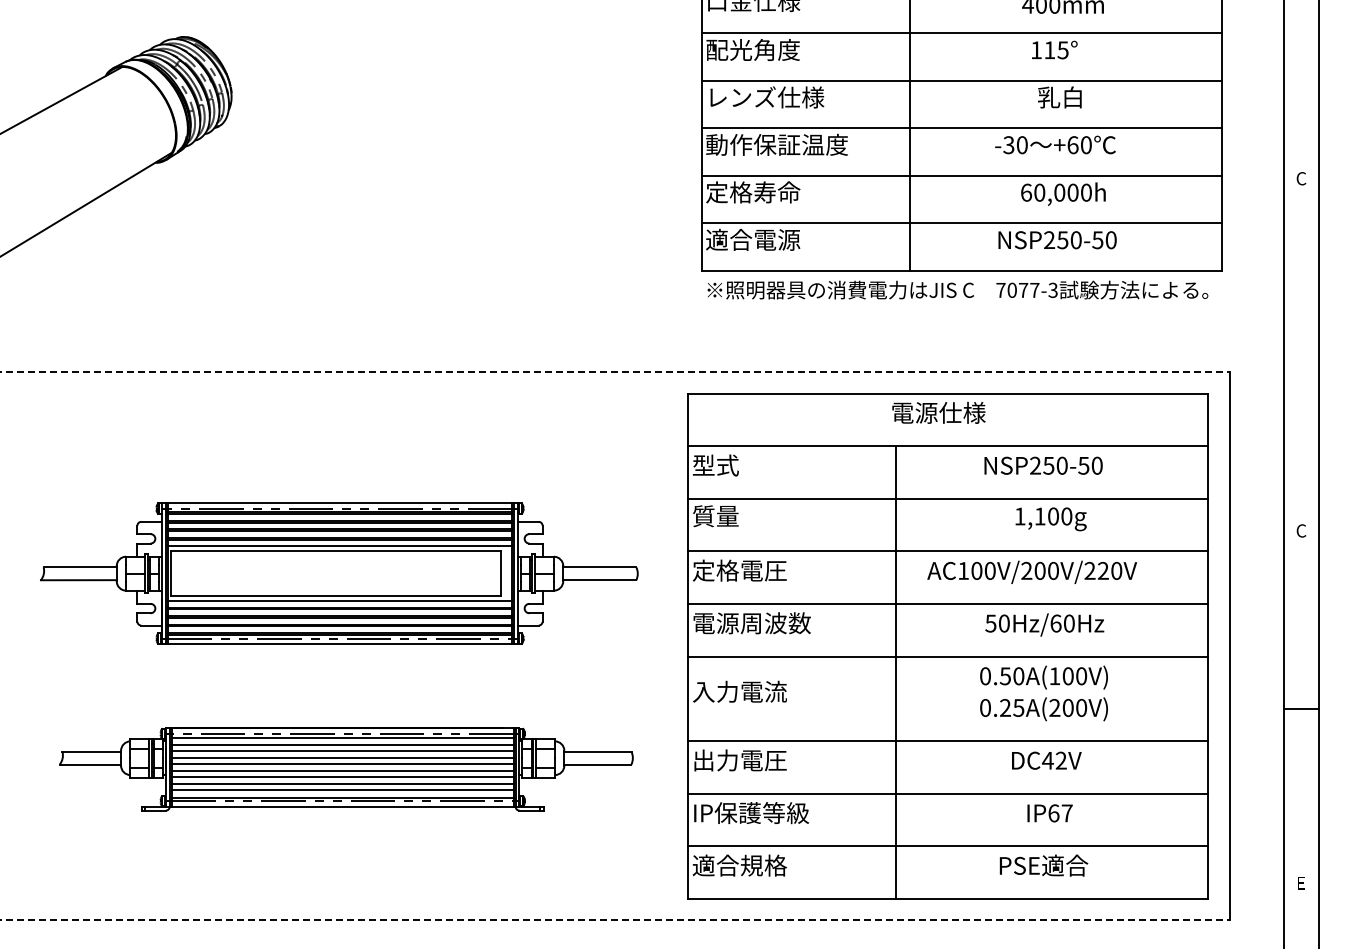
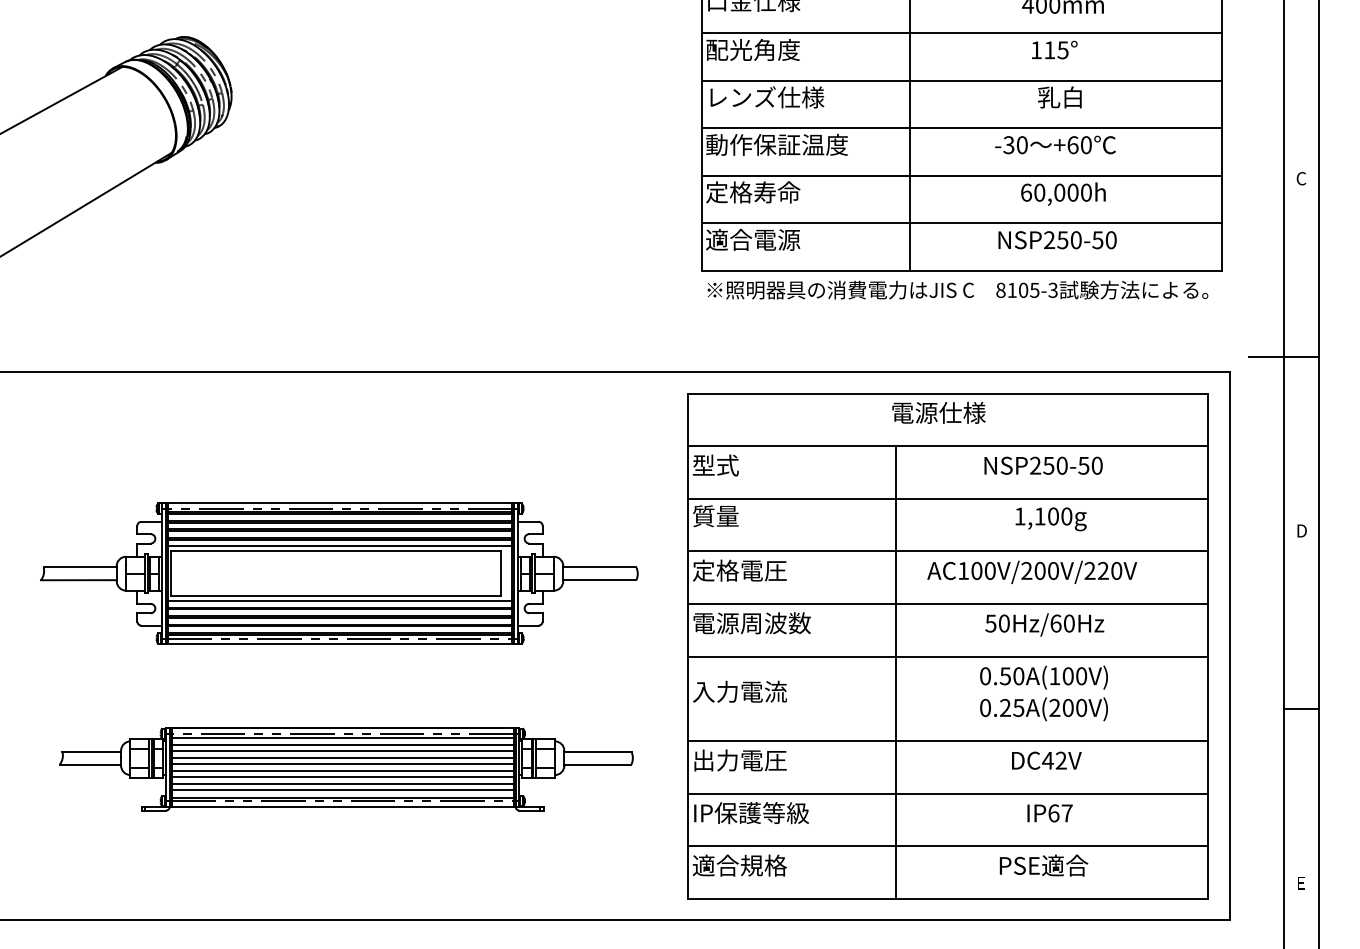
text at (1017, 289): 7077-3 -> 8105-3
line at (1283, 356): none -> present
line at (615, 372): dashed -> solid
text at (1301, 530): C -> D
line at (615, 920): dashed -> solid
